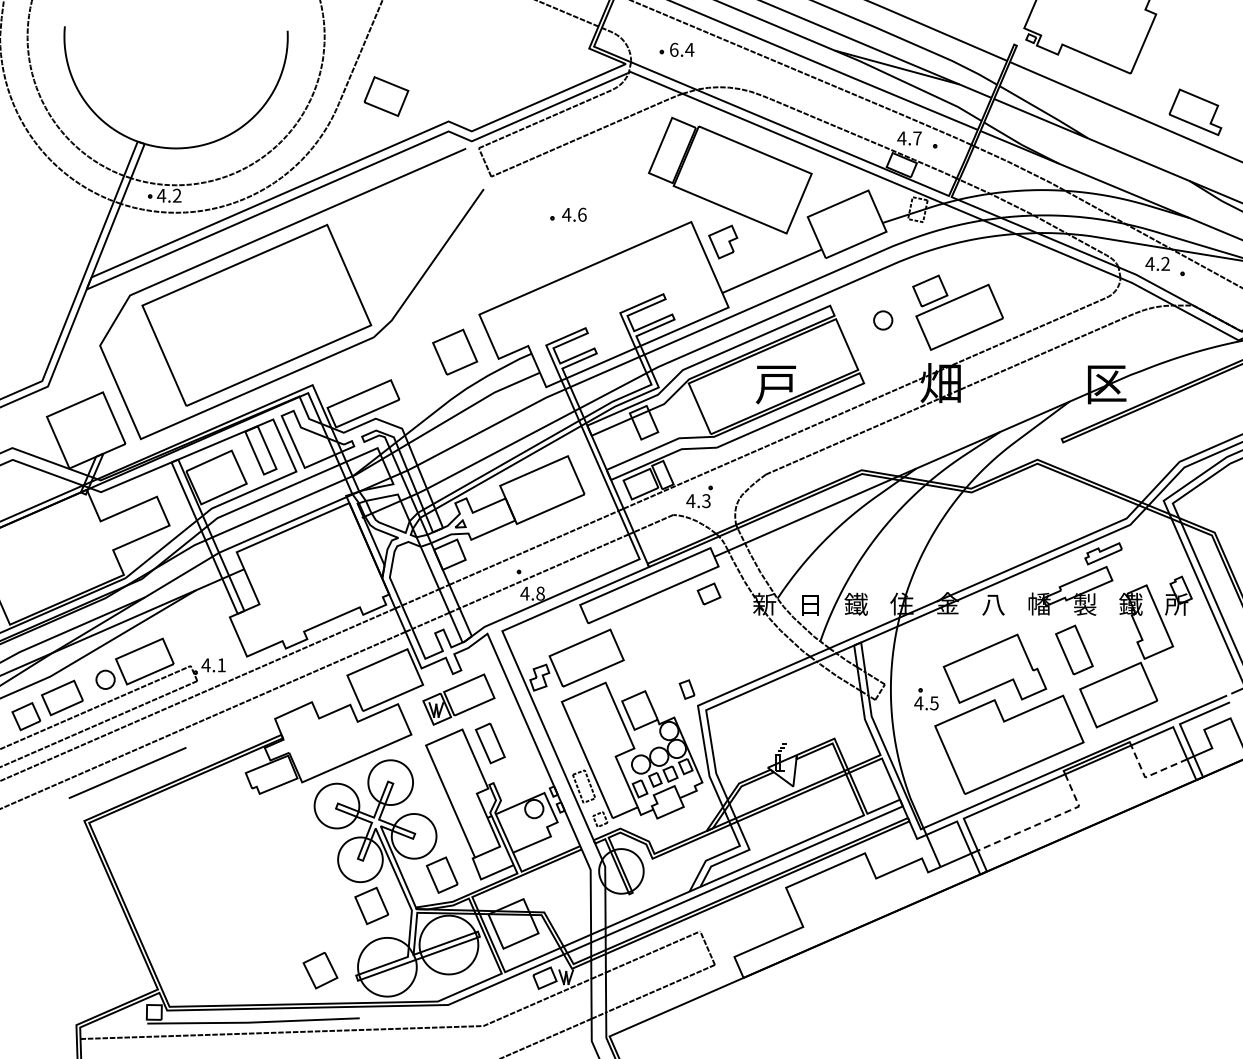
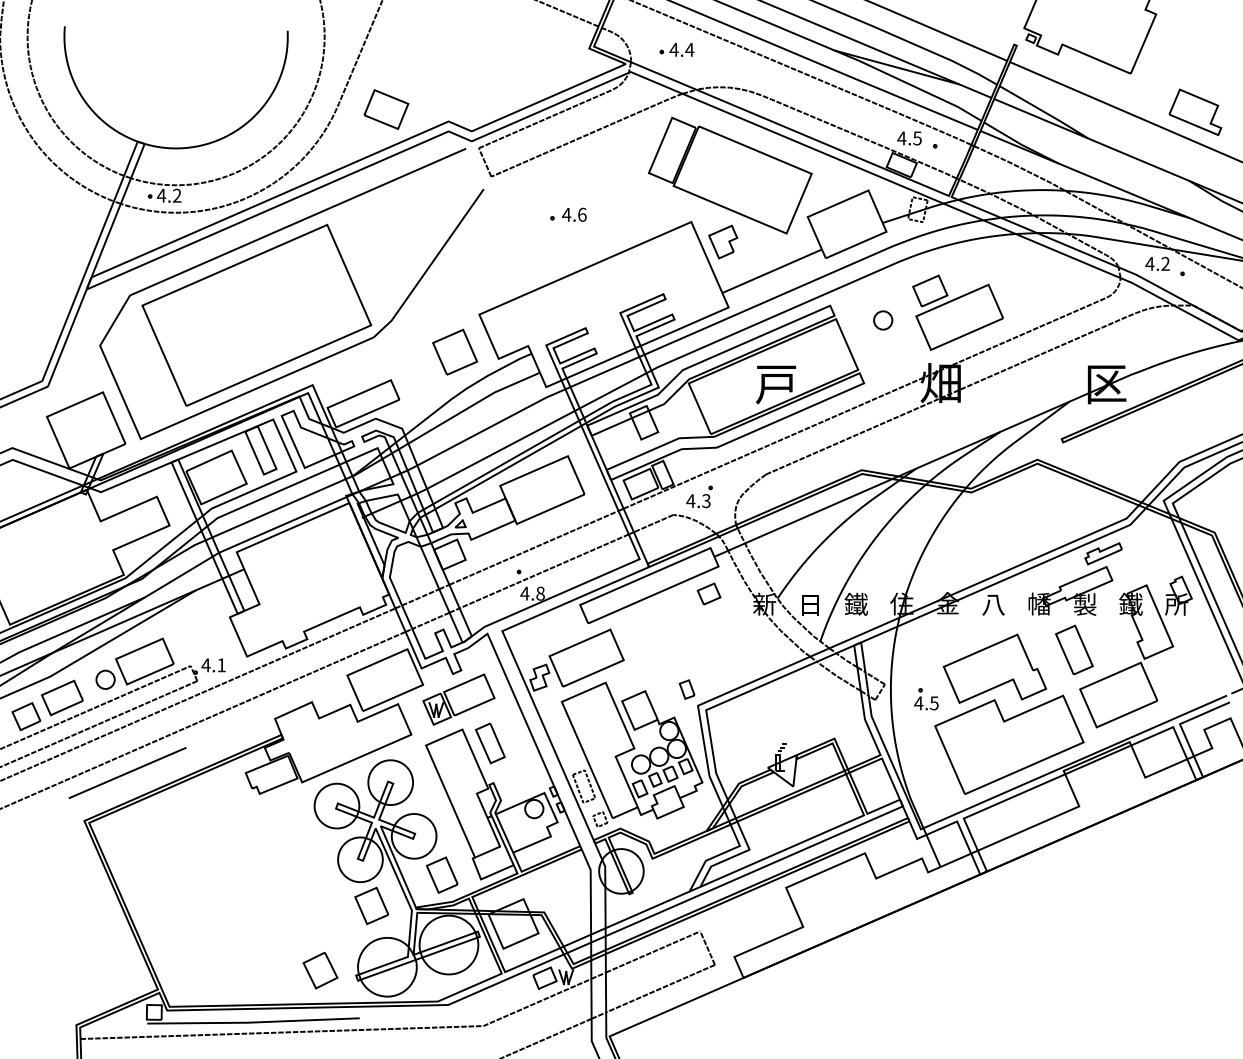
text at (673, 49): 6.4 -> 4.4
part at (386, 96) position: (386, 96) -> (386, 109)
text at (917, 138): 4.7 -> 4.5
line at (1148, 775): dashed -> solid
line at (1045, 821): dashed -> solid
